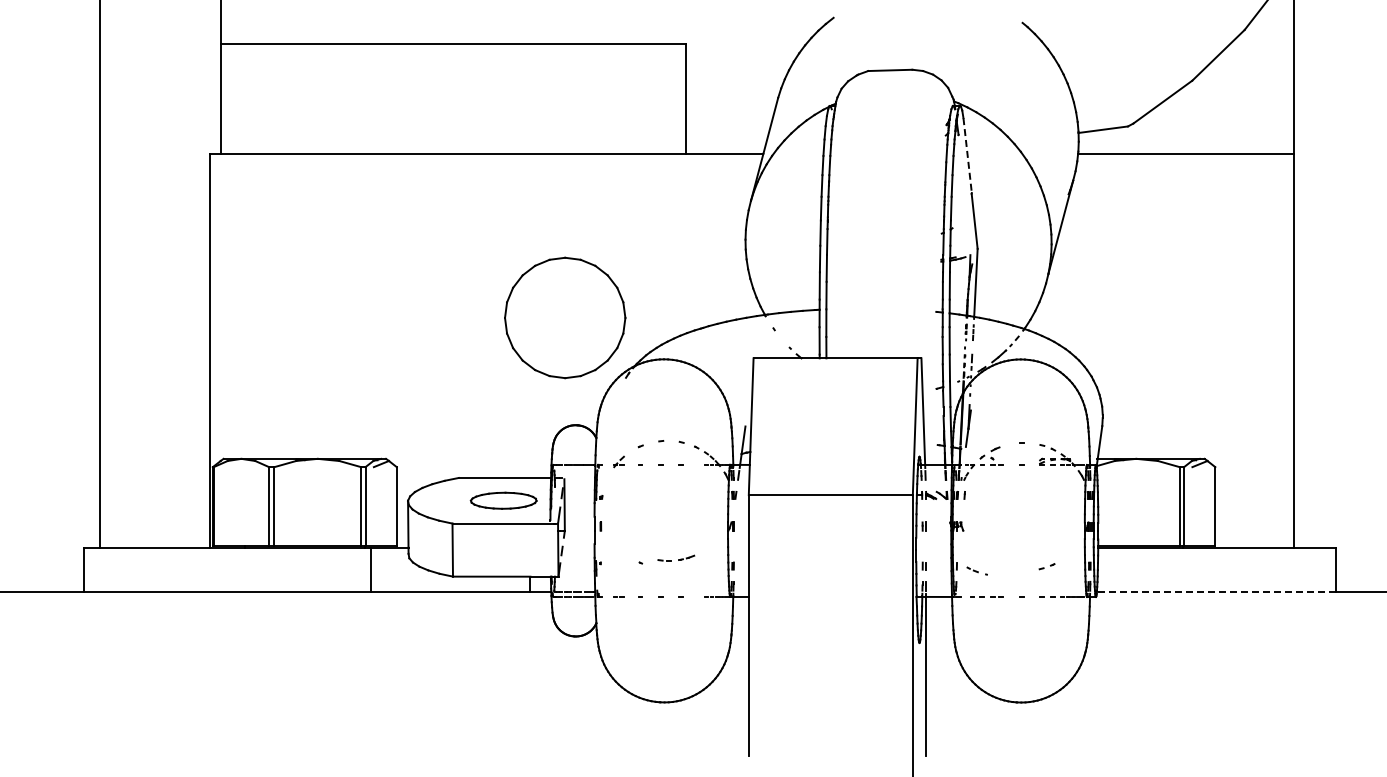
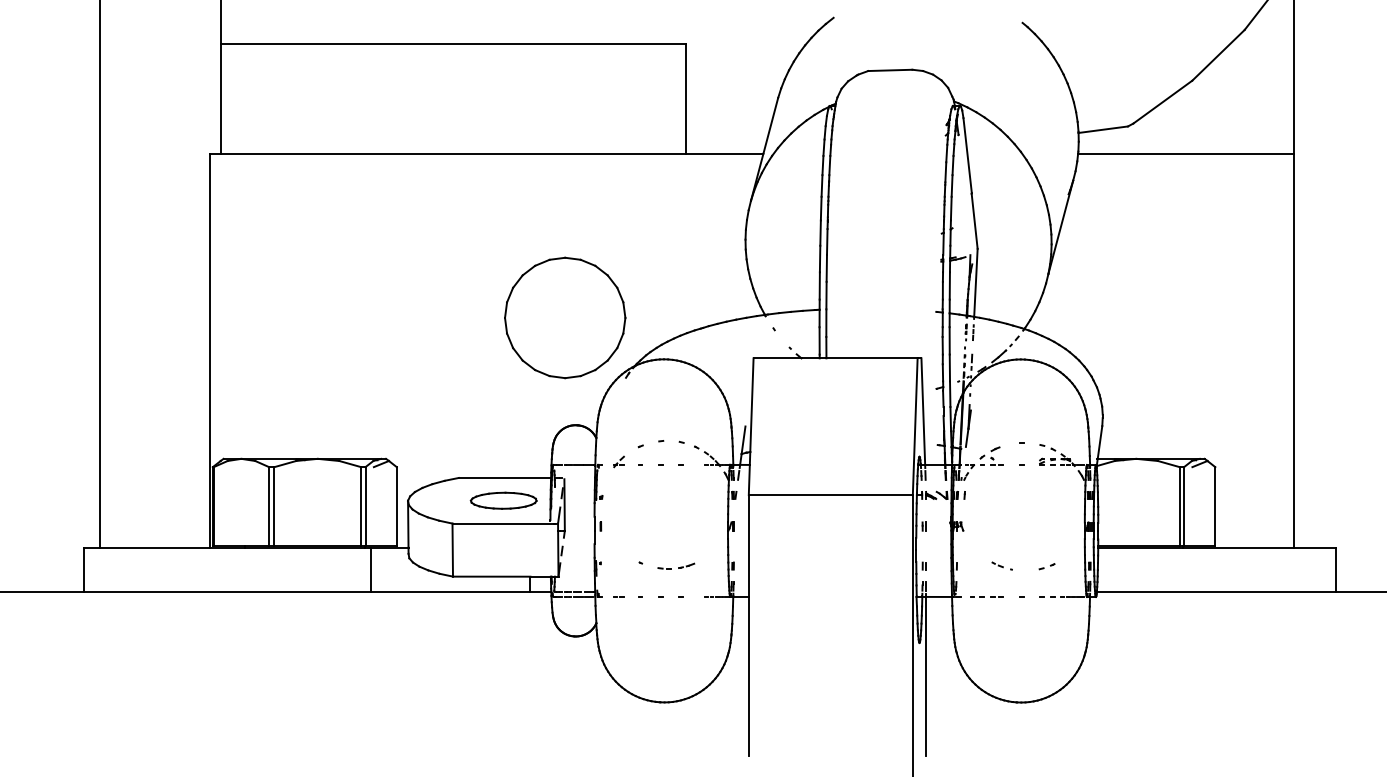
line at (967, 155): dashed -> solid
part at (676, 557) position: (676, 557) -> (676, 565)
part at (976, 570) position: (976, 570) -> (1001, 565)
line at (1216, 591): dashed -> solid
